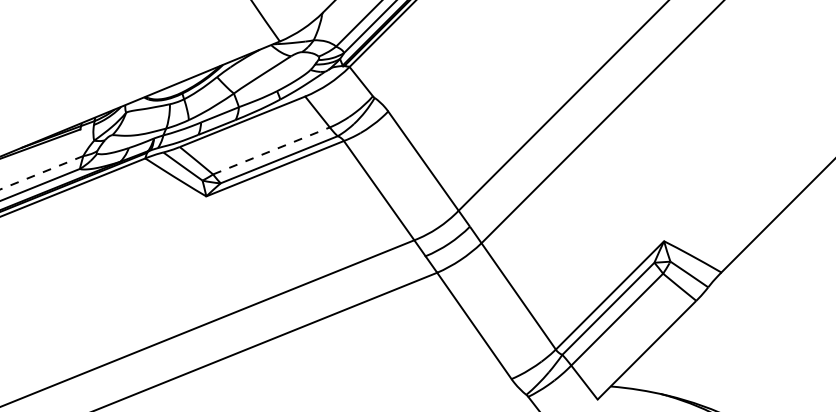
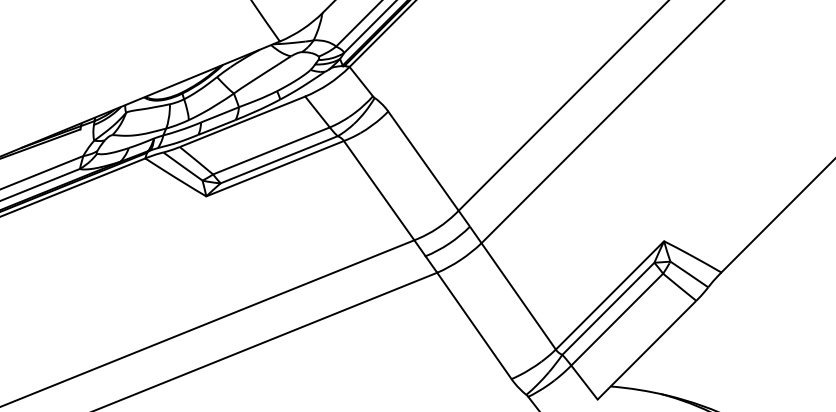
line at (271, 150): dashed -> solid
line at (41, 172): dashed -> solid
